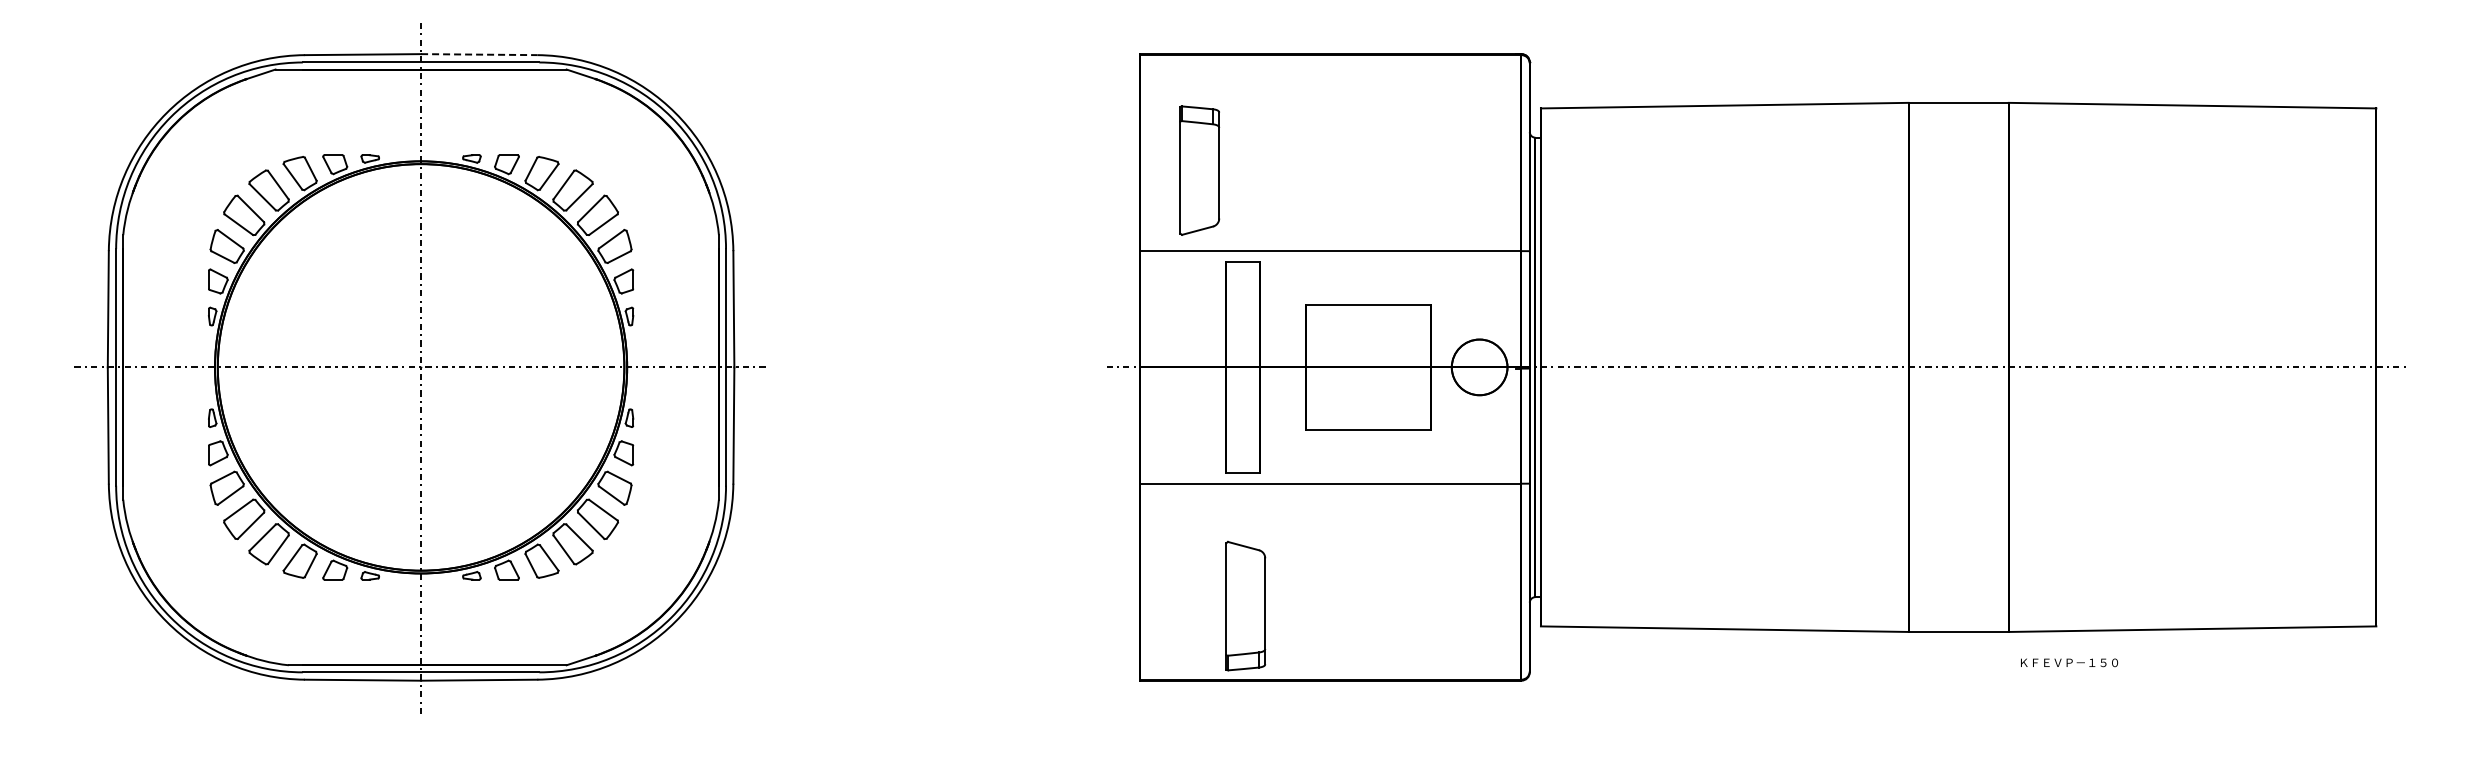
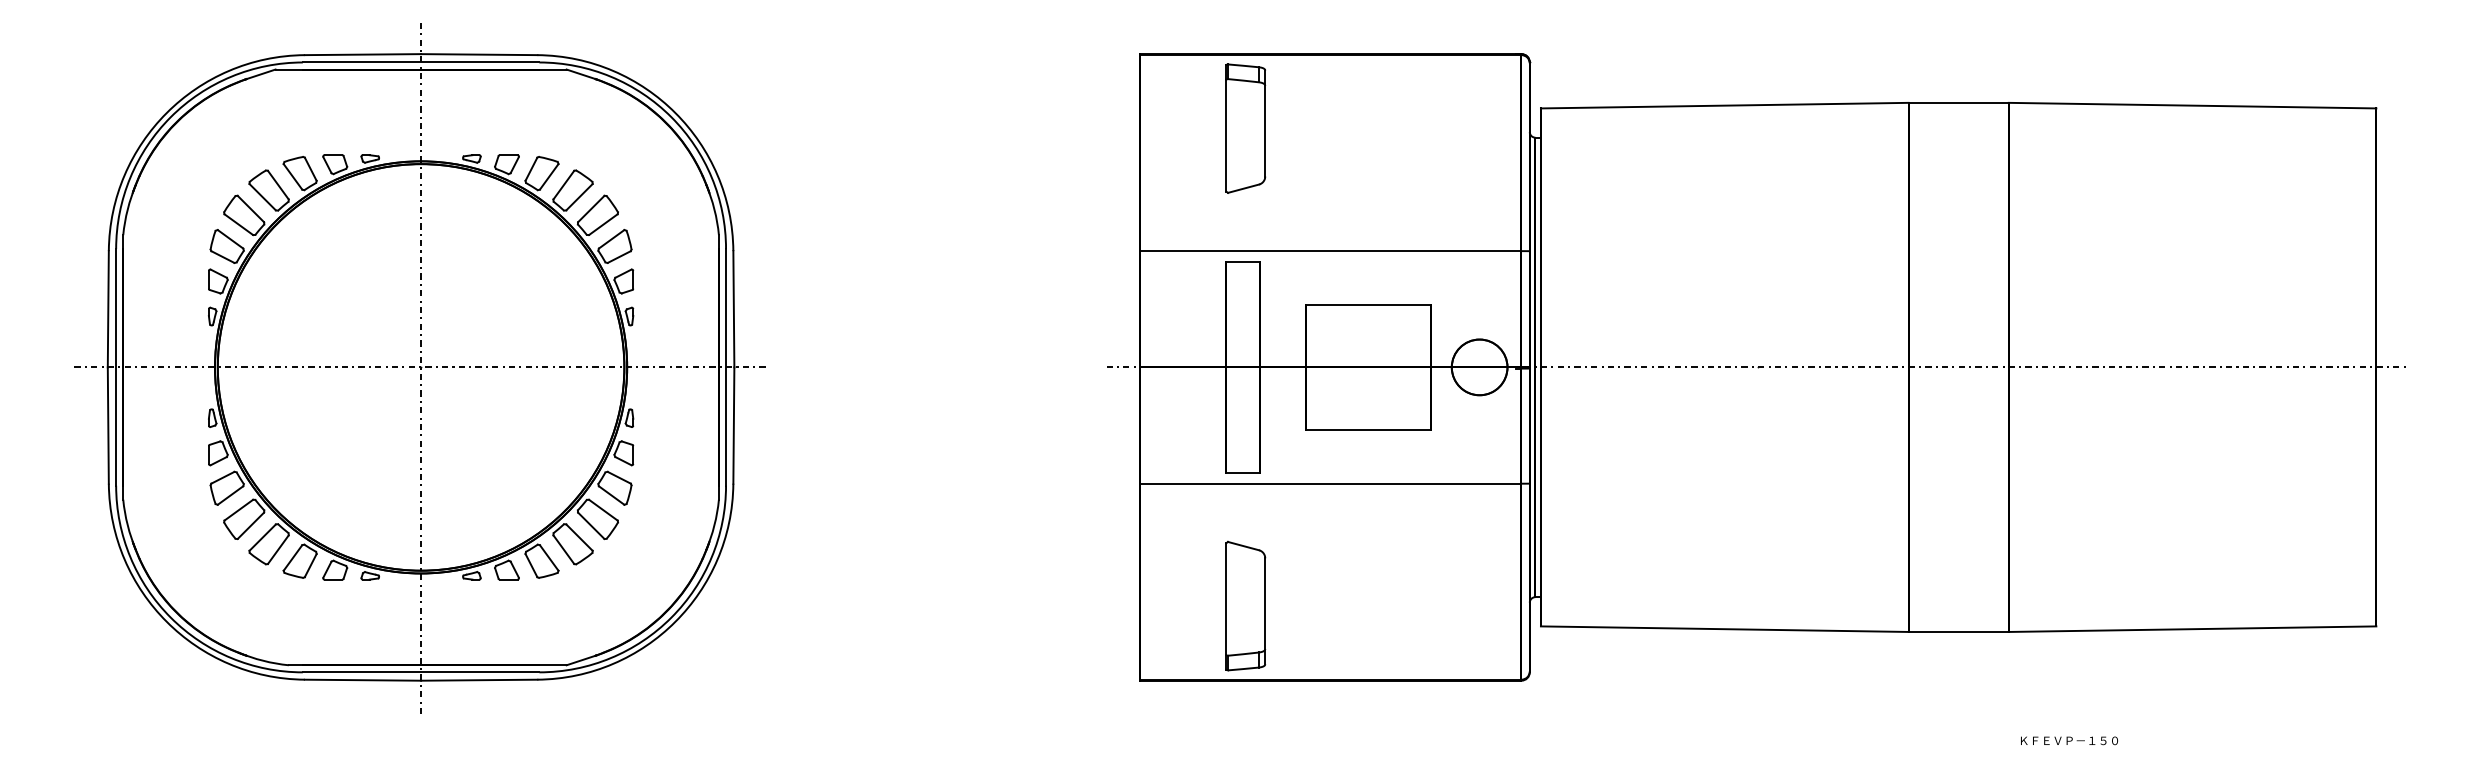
line at (479, 54): dashed -> solid
part at (1199, 170) position: (1199, 170) -> (1245, 128)
text at (2069, 662) position: (2069, 662) -> (2069, 740)
